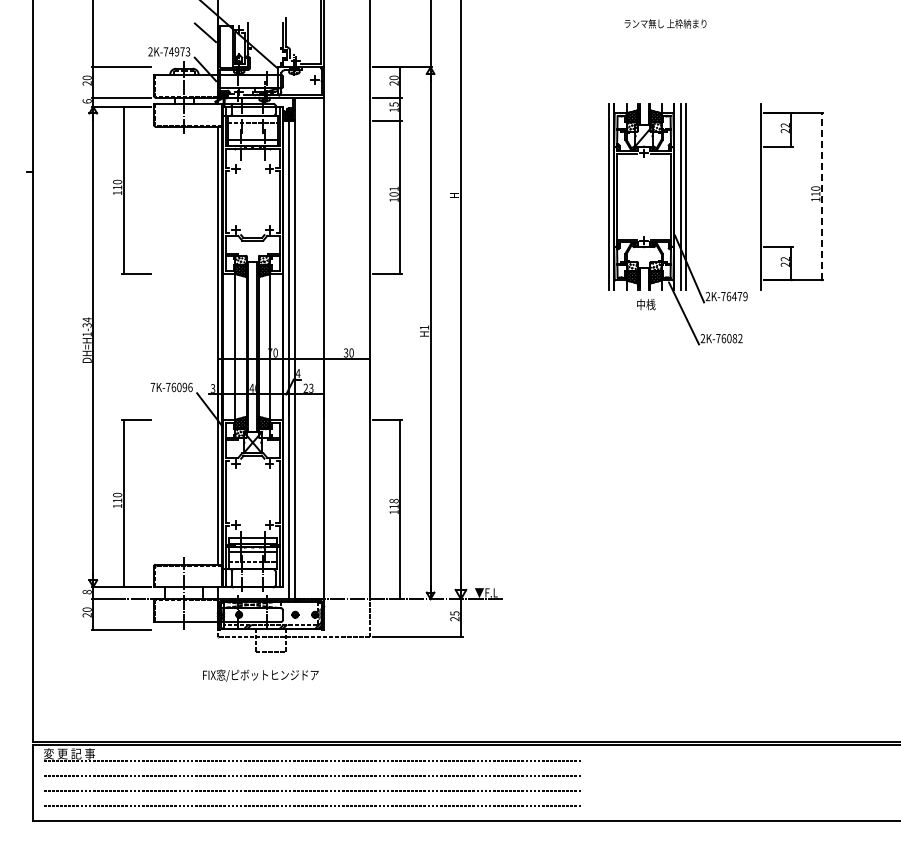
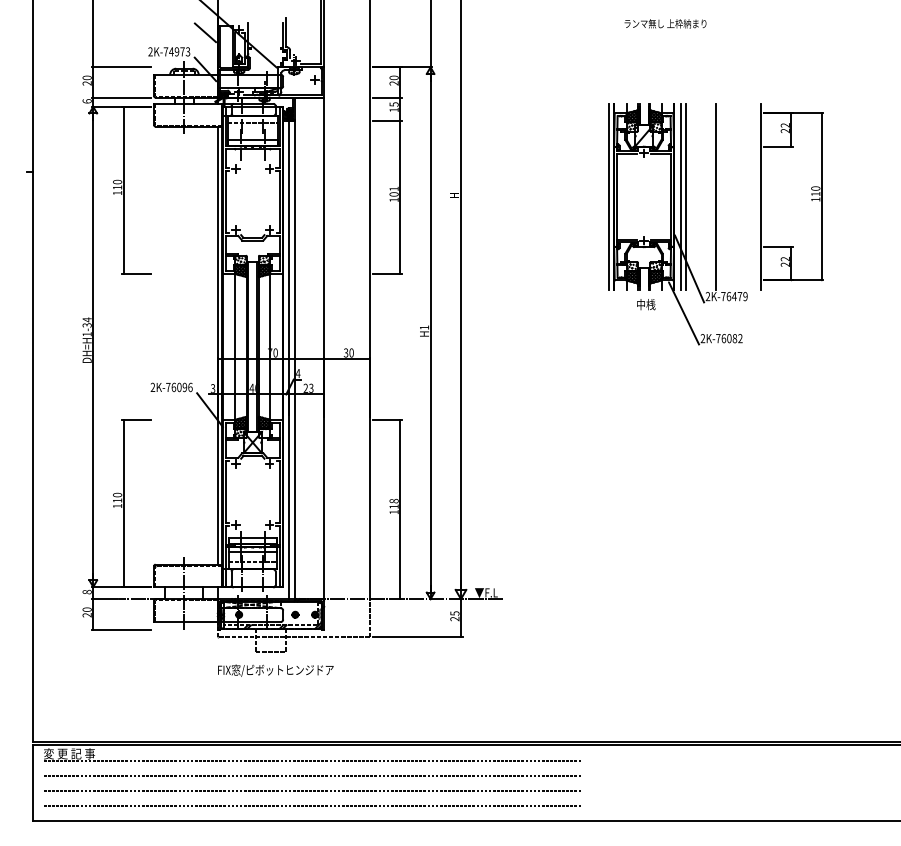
line at (715, 196): none -> present
line at (821, 196): dashed -> solid
text at (152, 386): 7K-76096 -> 2K-76096
text at (260, 675) position: (260, 675) -> (275, 670)
